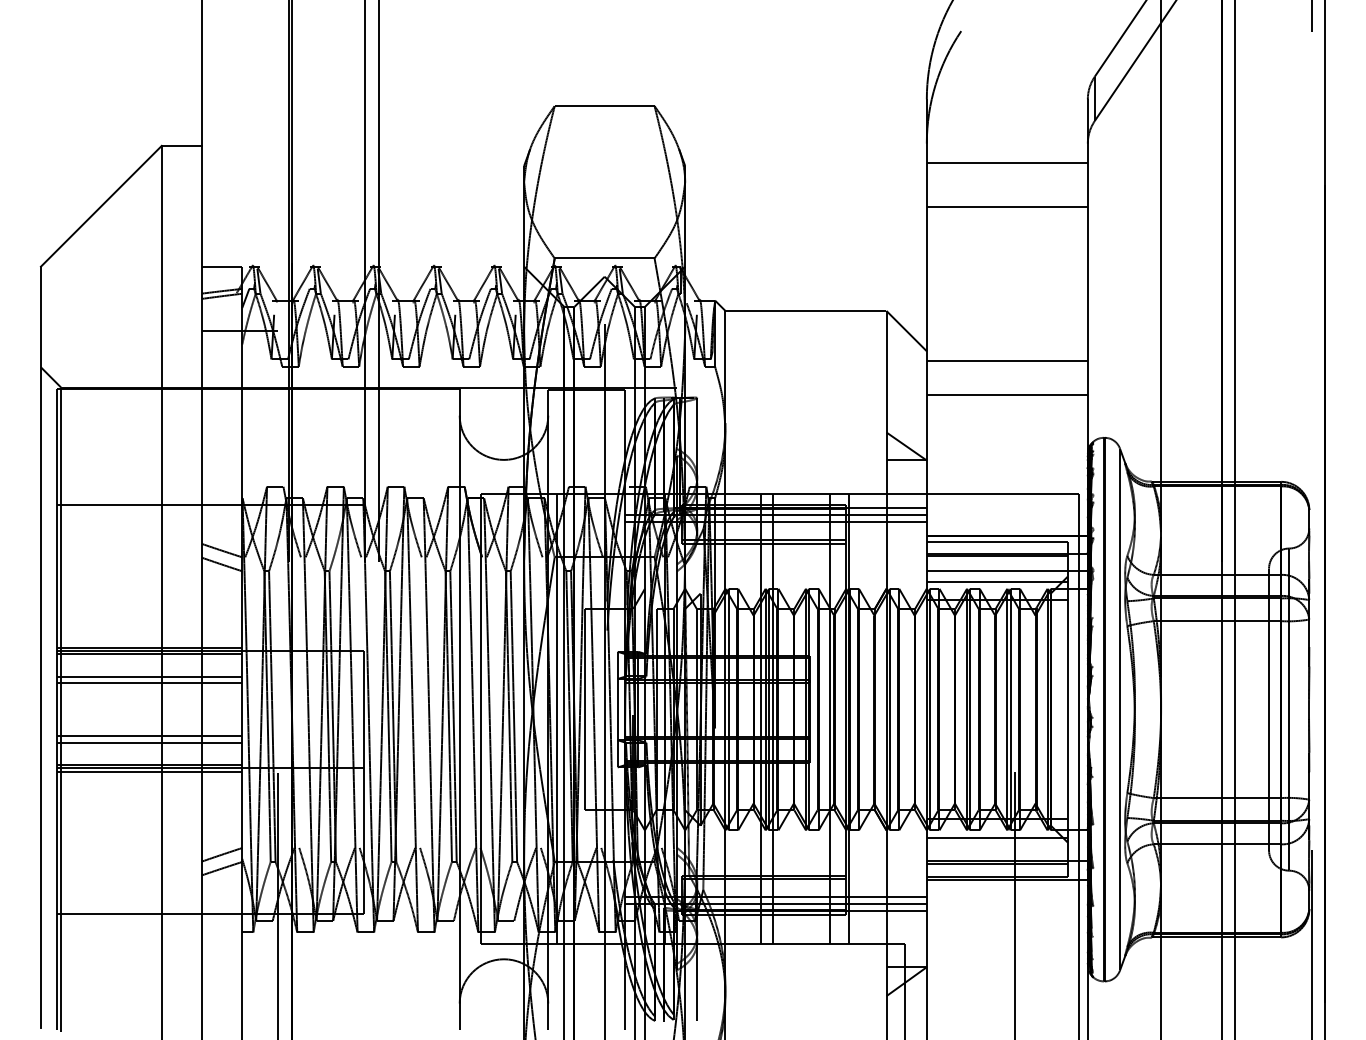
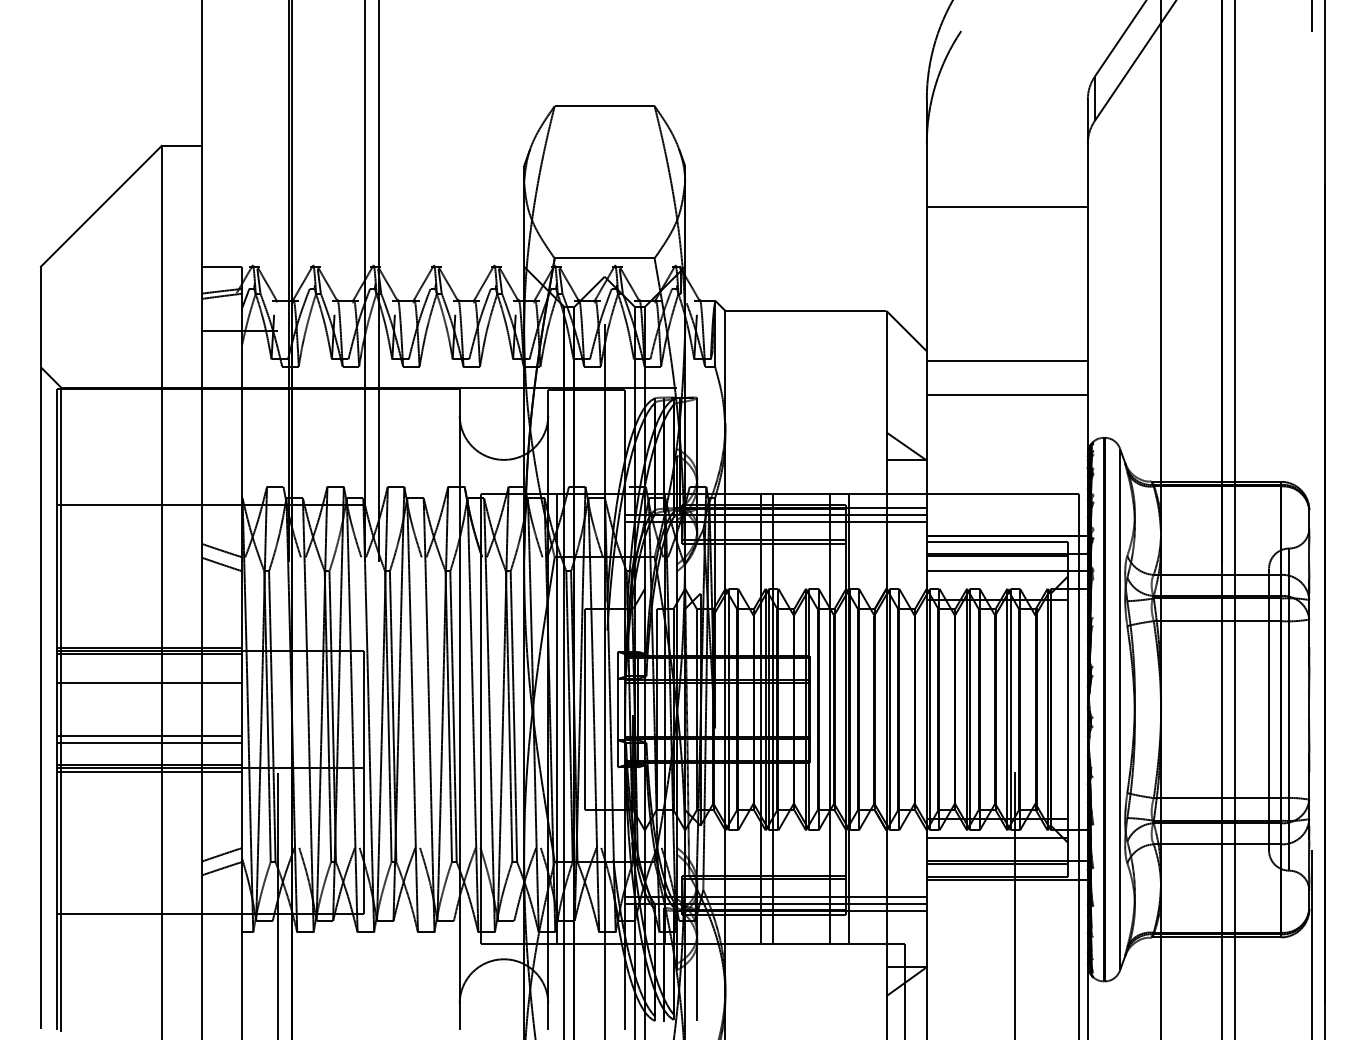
line at (1006, 162): present -> none
line at (996, 581): present -> none
line at (149, 676): present -> none
